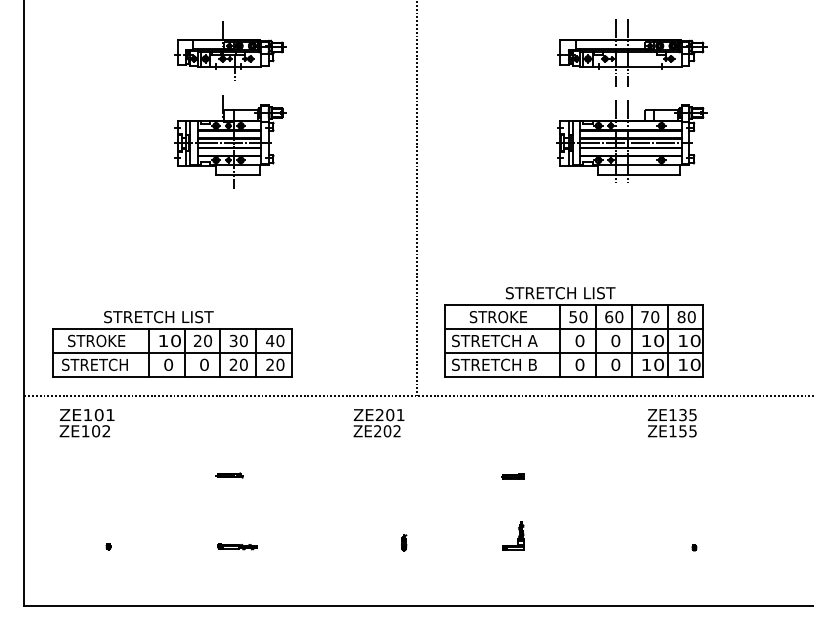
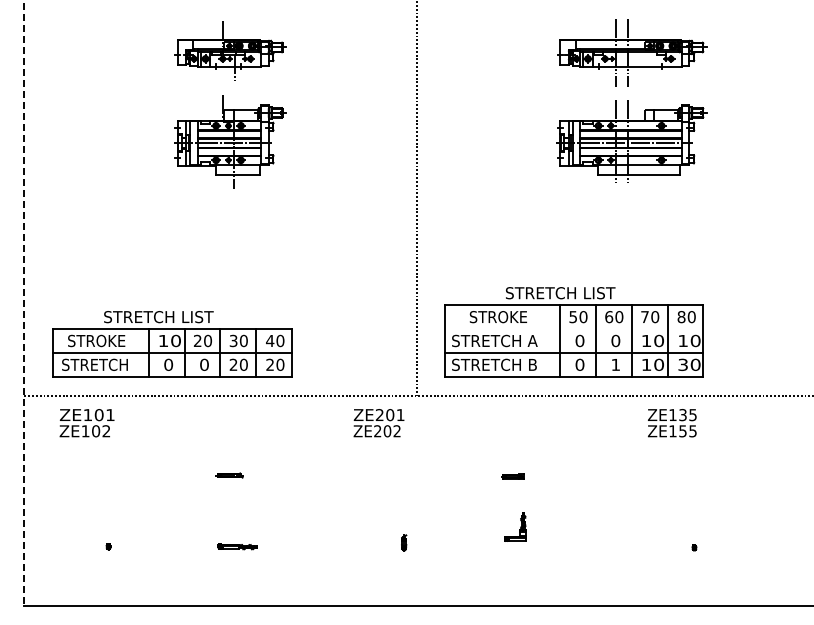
line at (24, 303): solid -> dashed
line at (574, 329): present -> none
text at (615, 364): 0 -> 1
text at (682, 364): 10 -> 30
part at (513, 535) position: (513, 535) -> (515, 526)
